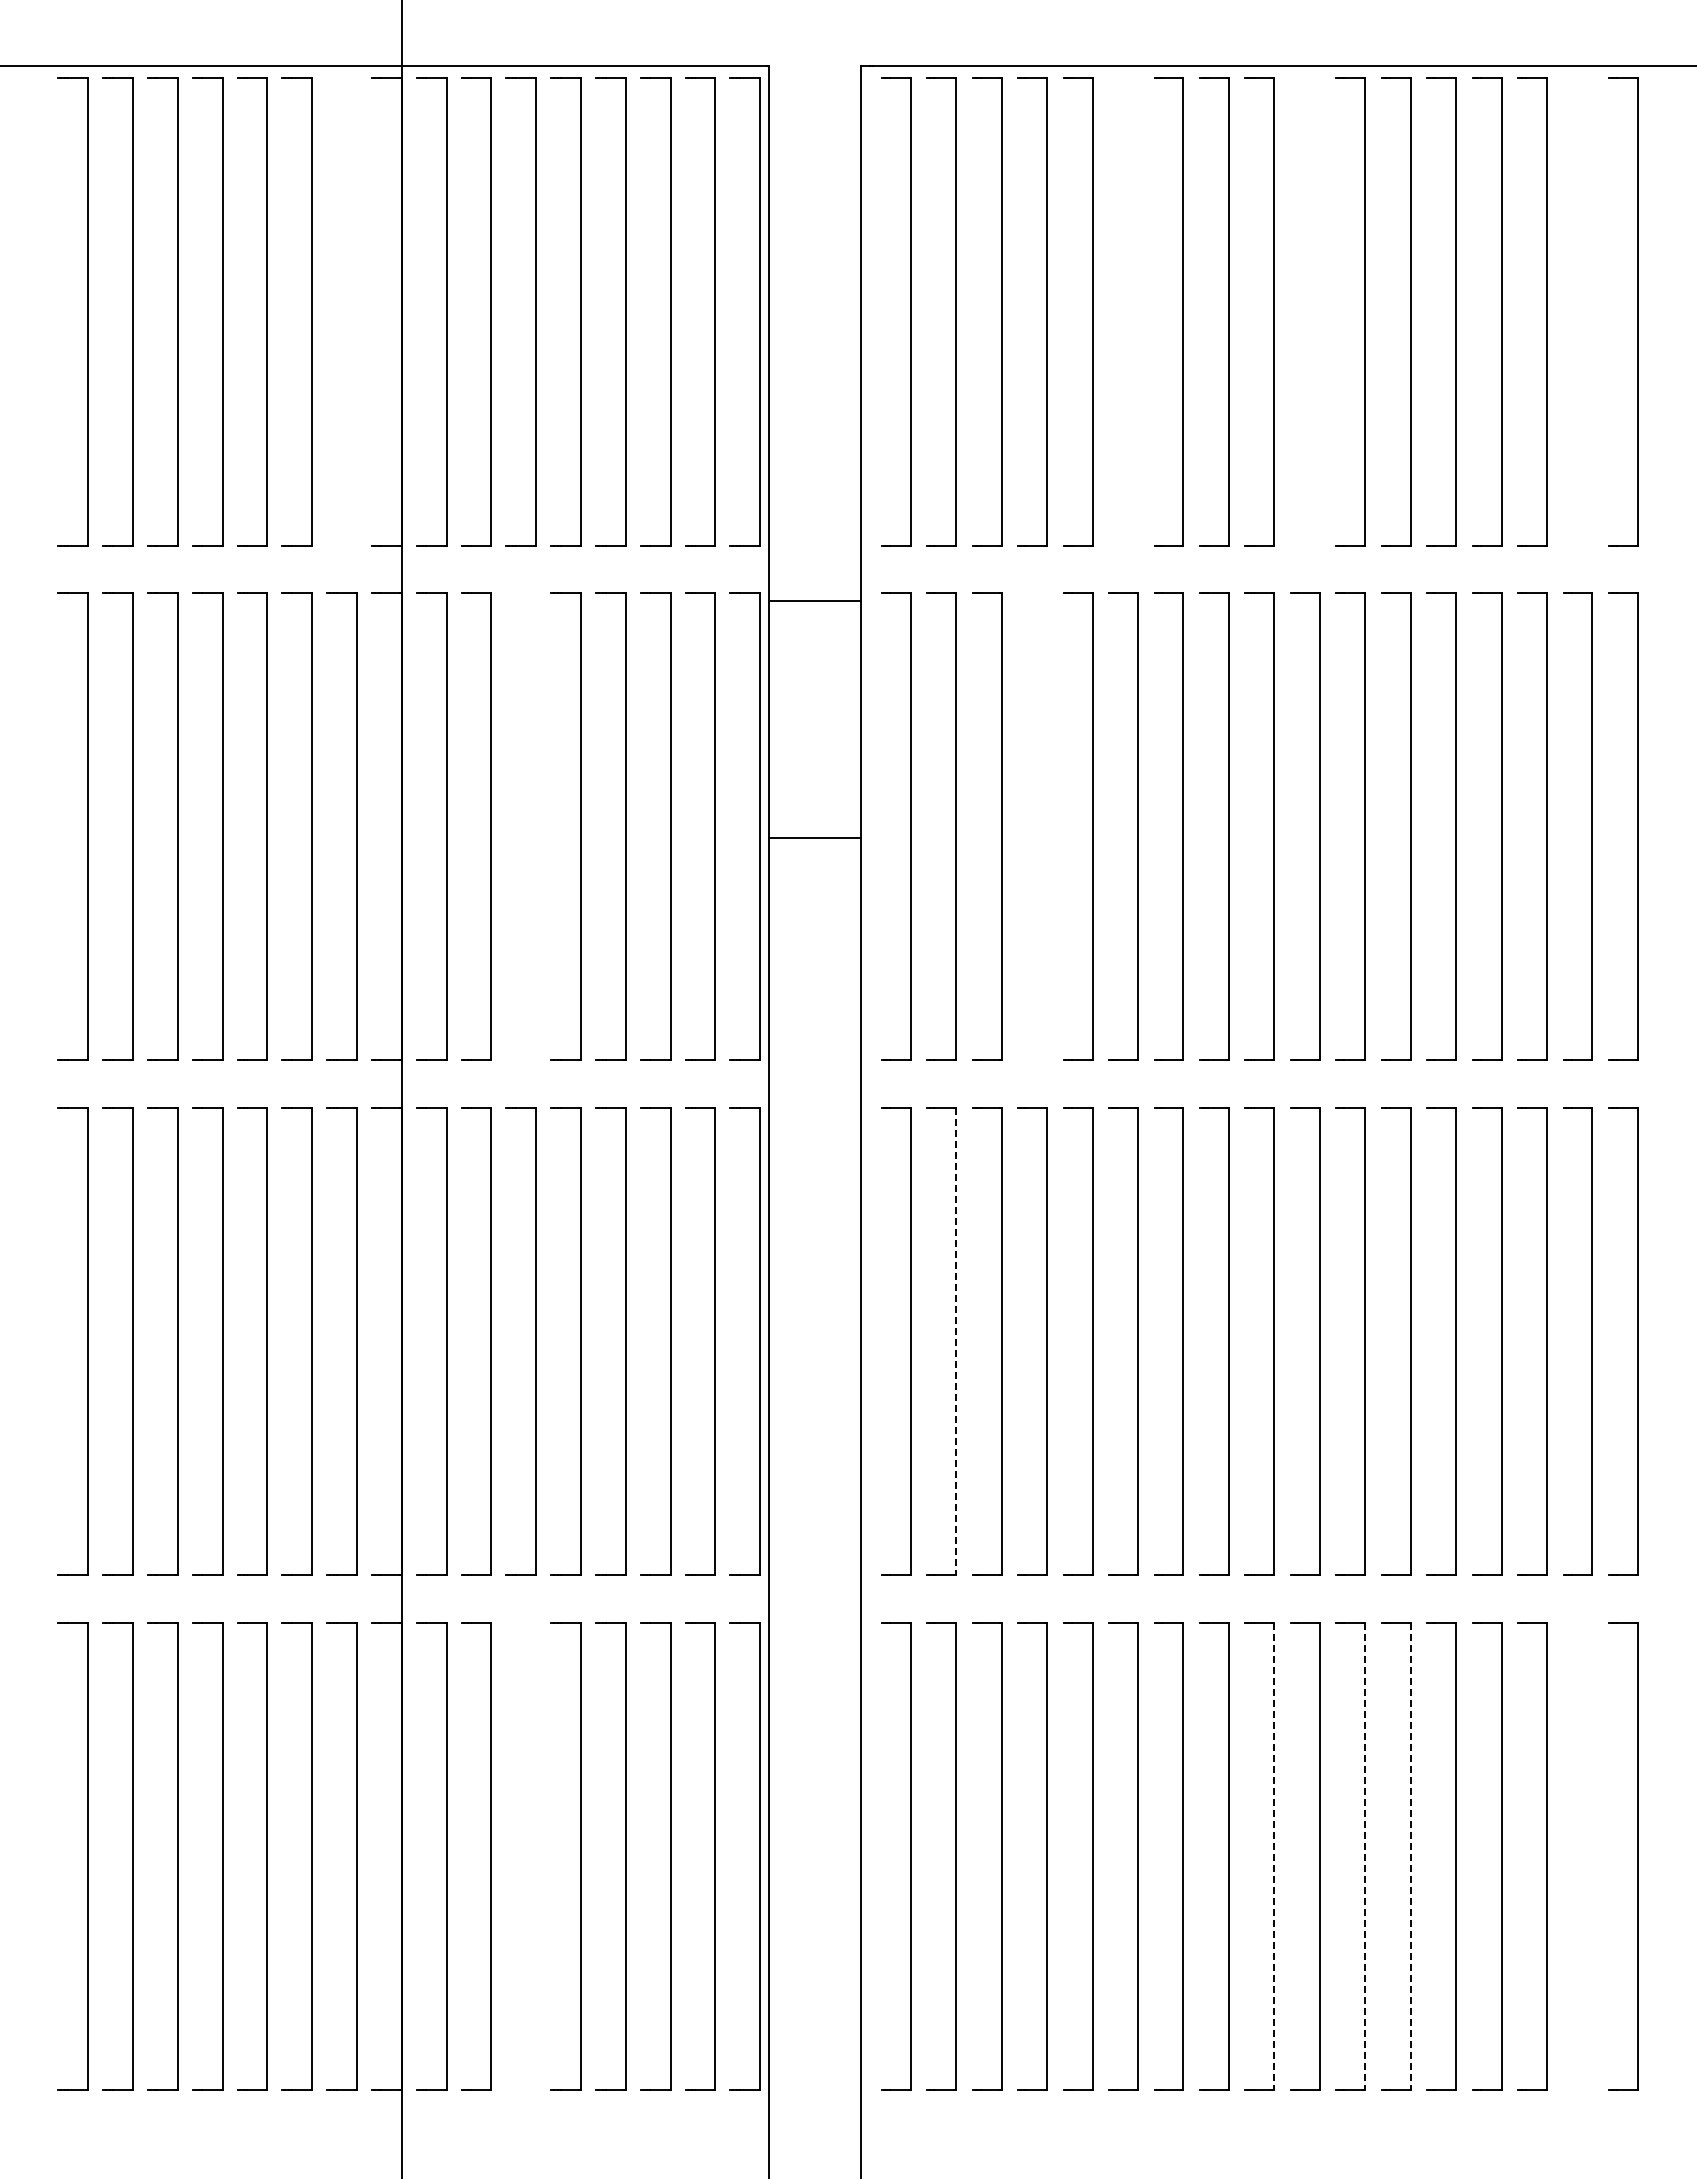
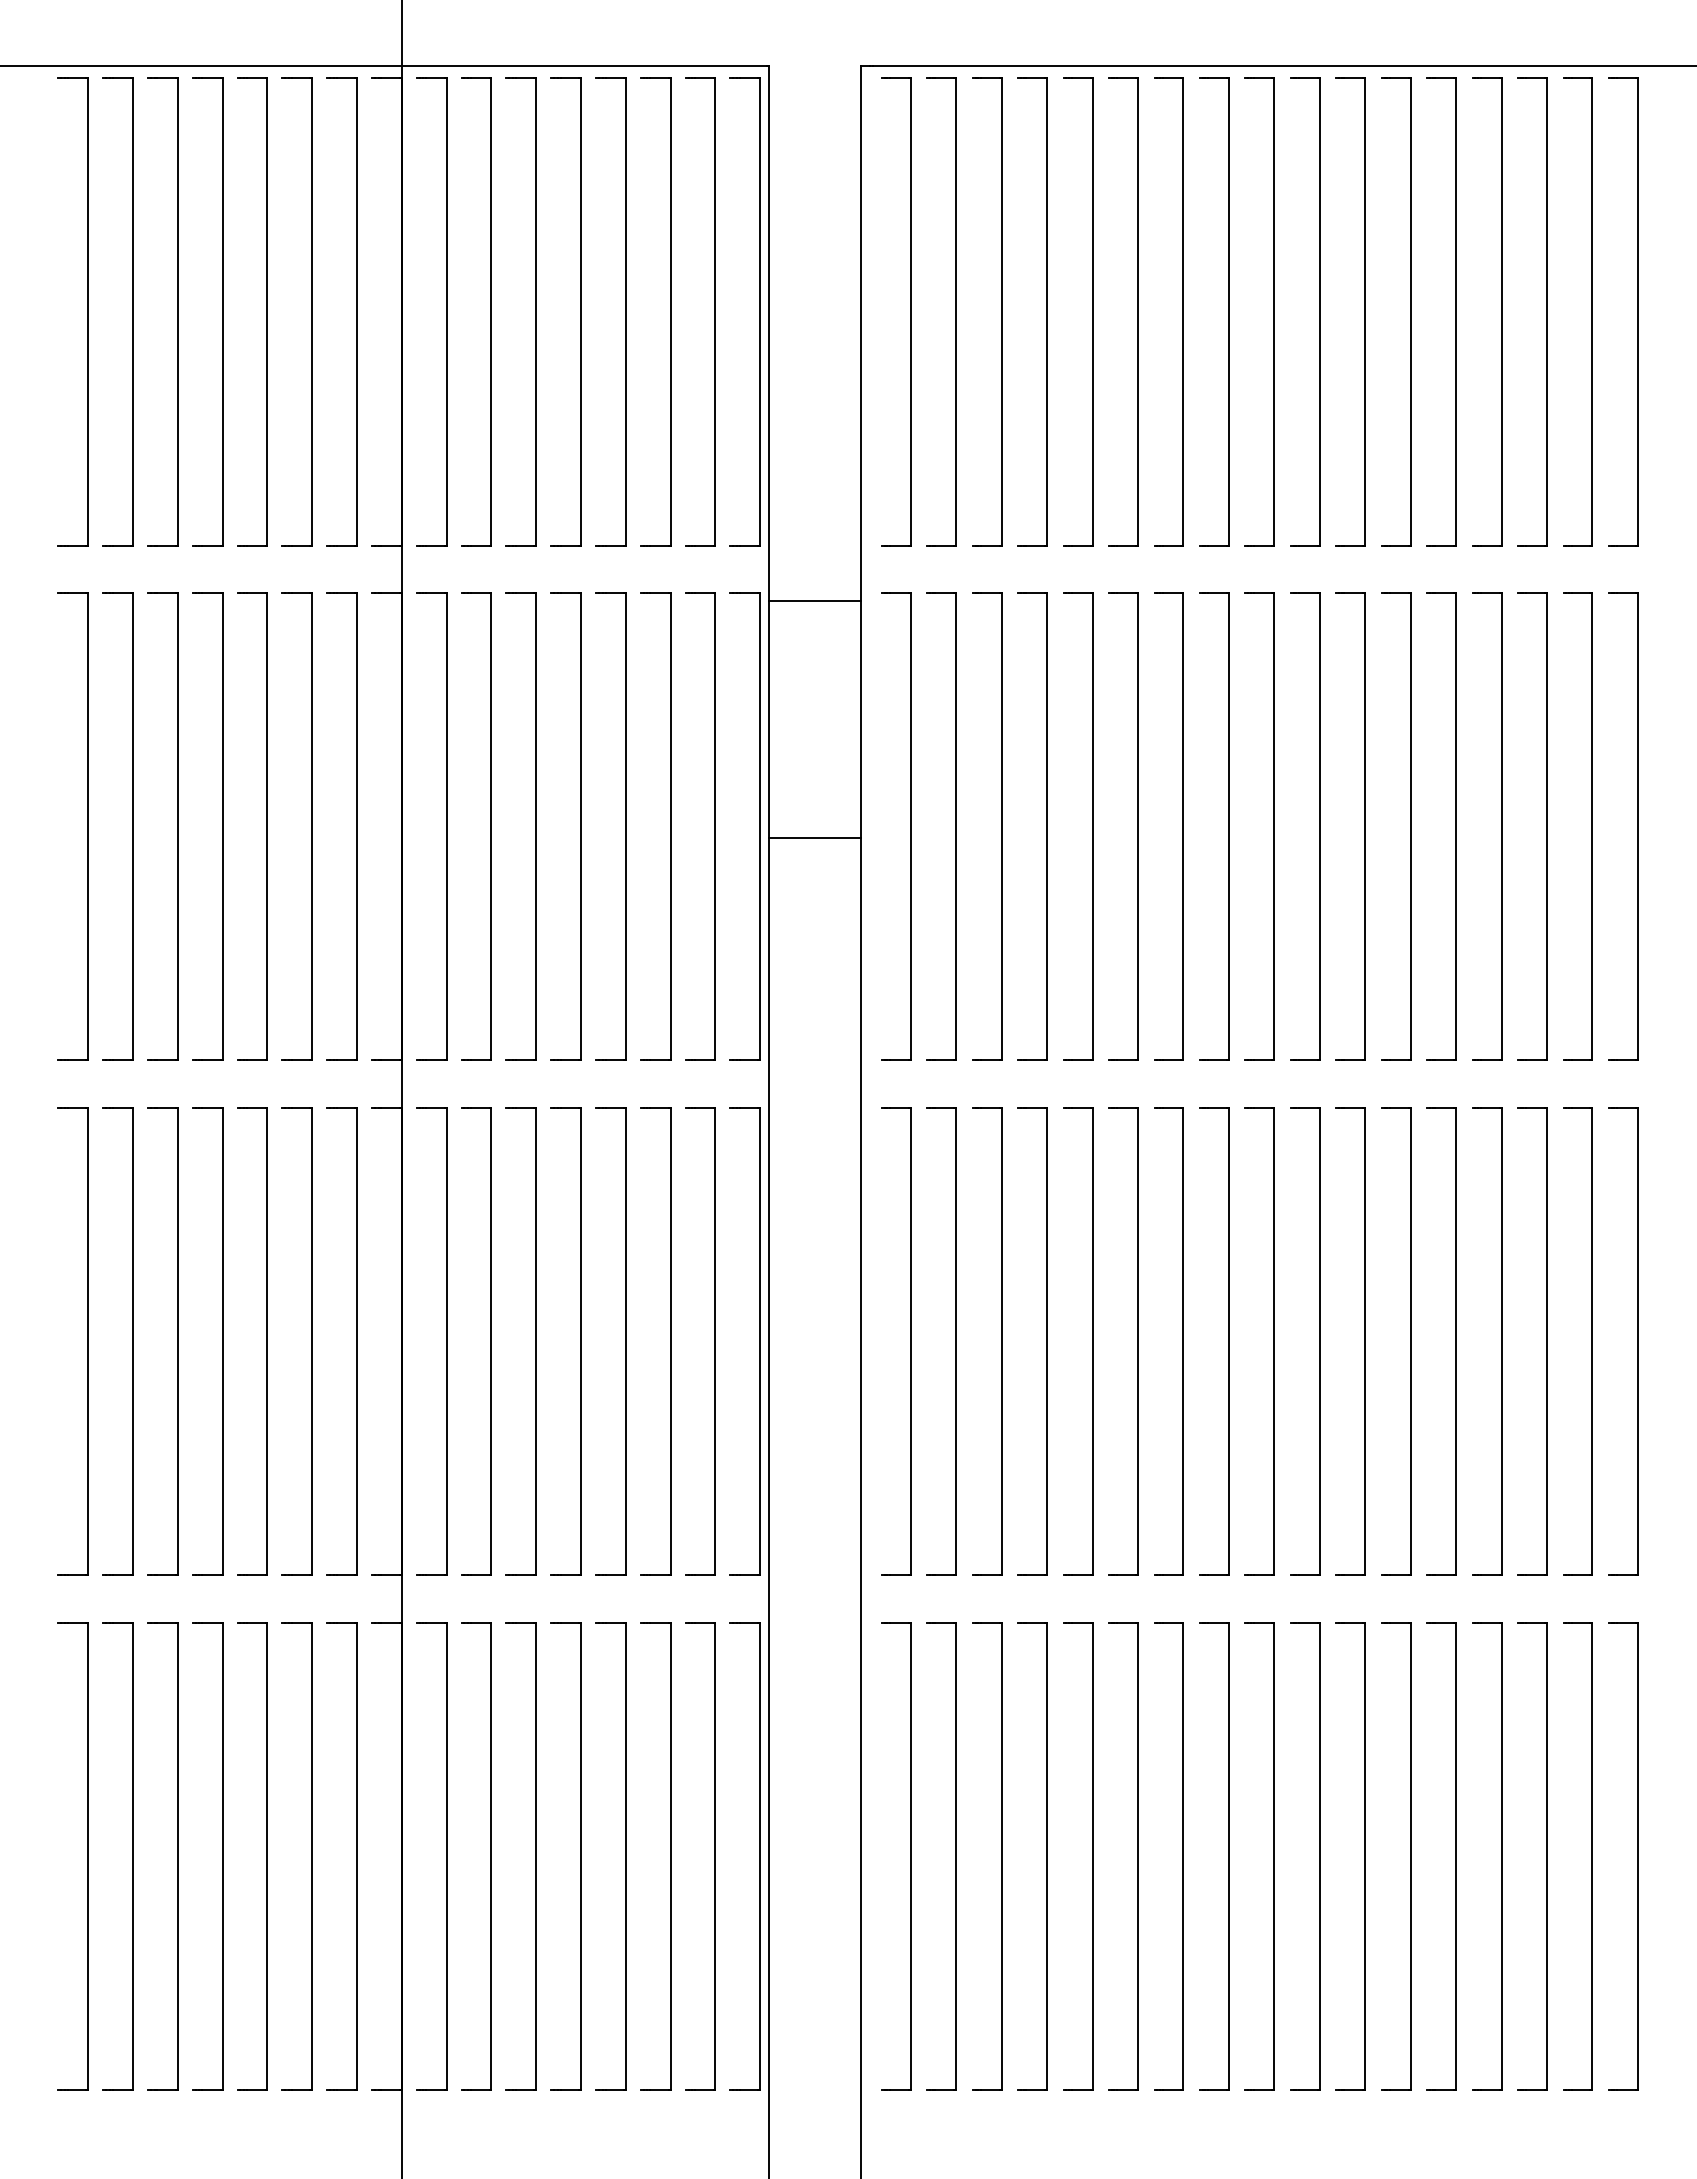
part at (356, 311): none -> present
part at (1137, 311): none -> present
part at (1319, 311): none -> present
part at (1591, 311): none -> present
part at (535, 826): none -> present
part at (1046, 826): none -> present
line at (956, 1341): dashed -> solid
part at (535, 1856): none -> present
line at (1274, 1856): dashed -> solid
line at (1365, 1856): dashed -> solid
line at (1410, 1856): dashed -> solid
part at (1591, 1856): none -> present
